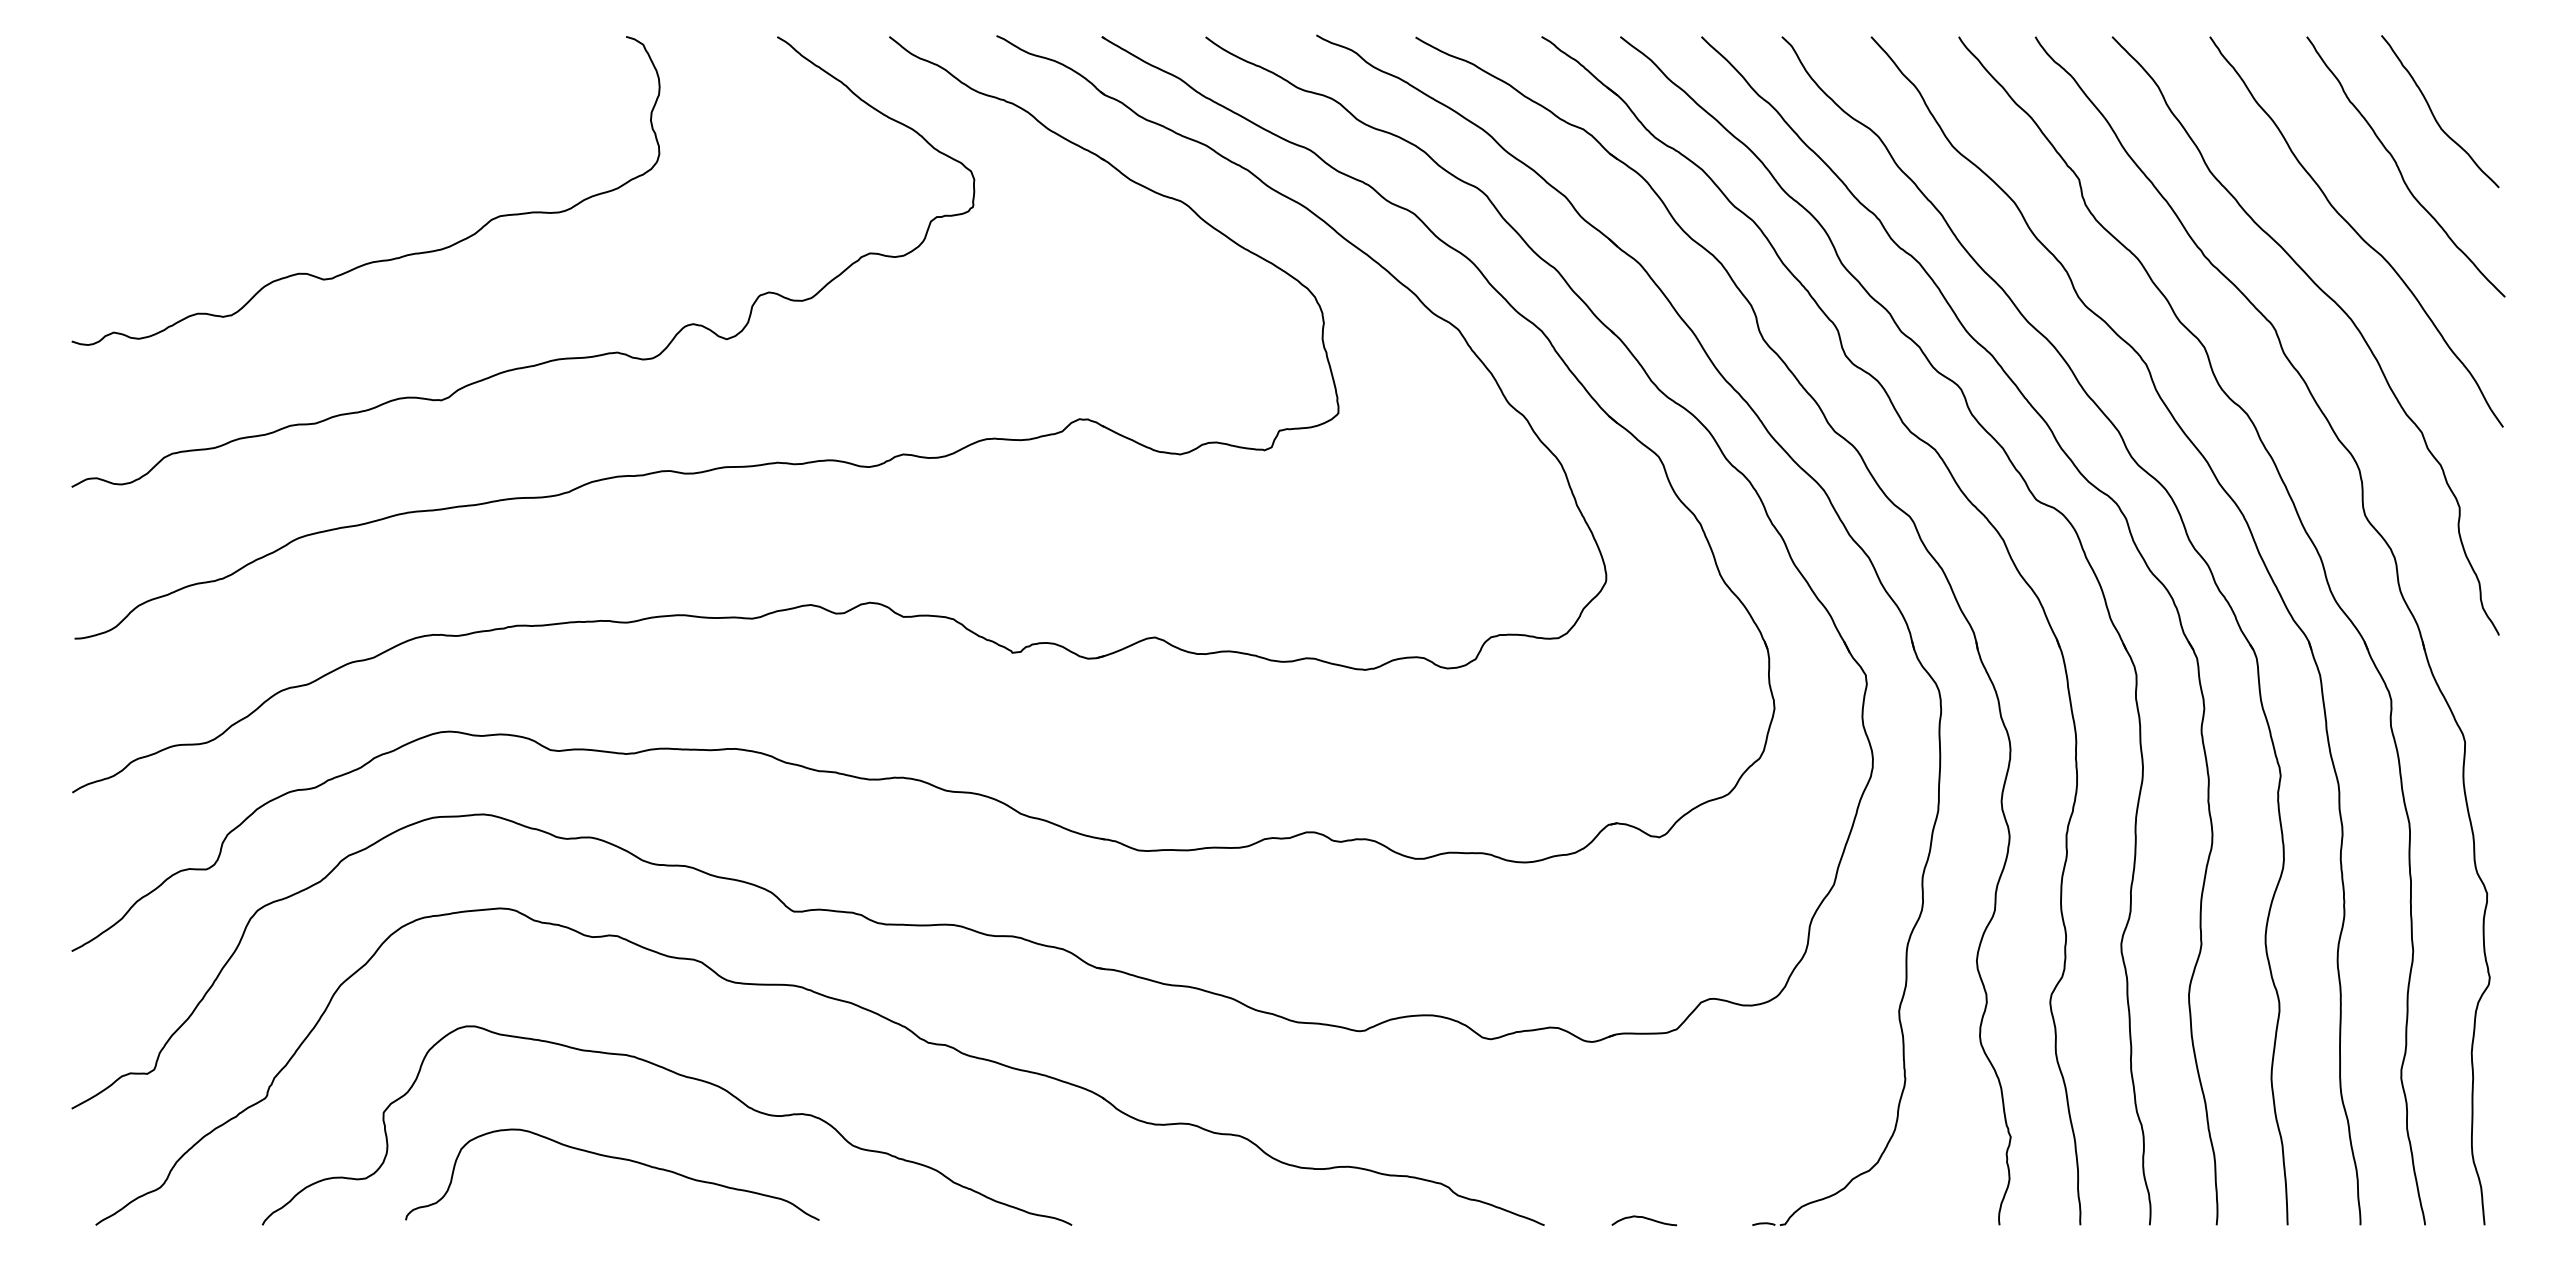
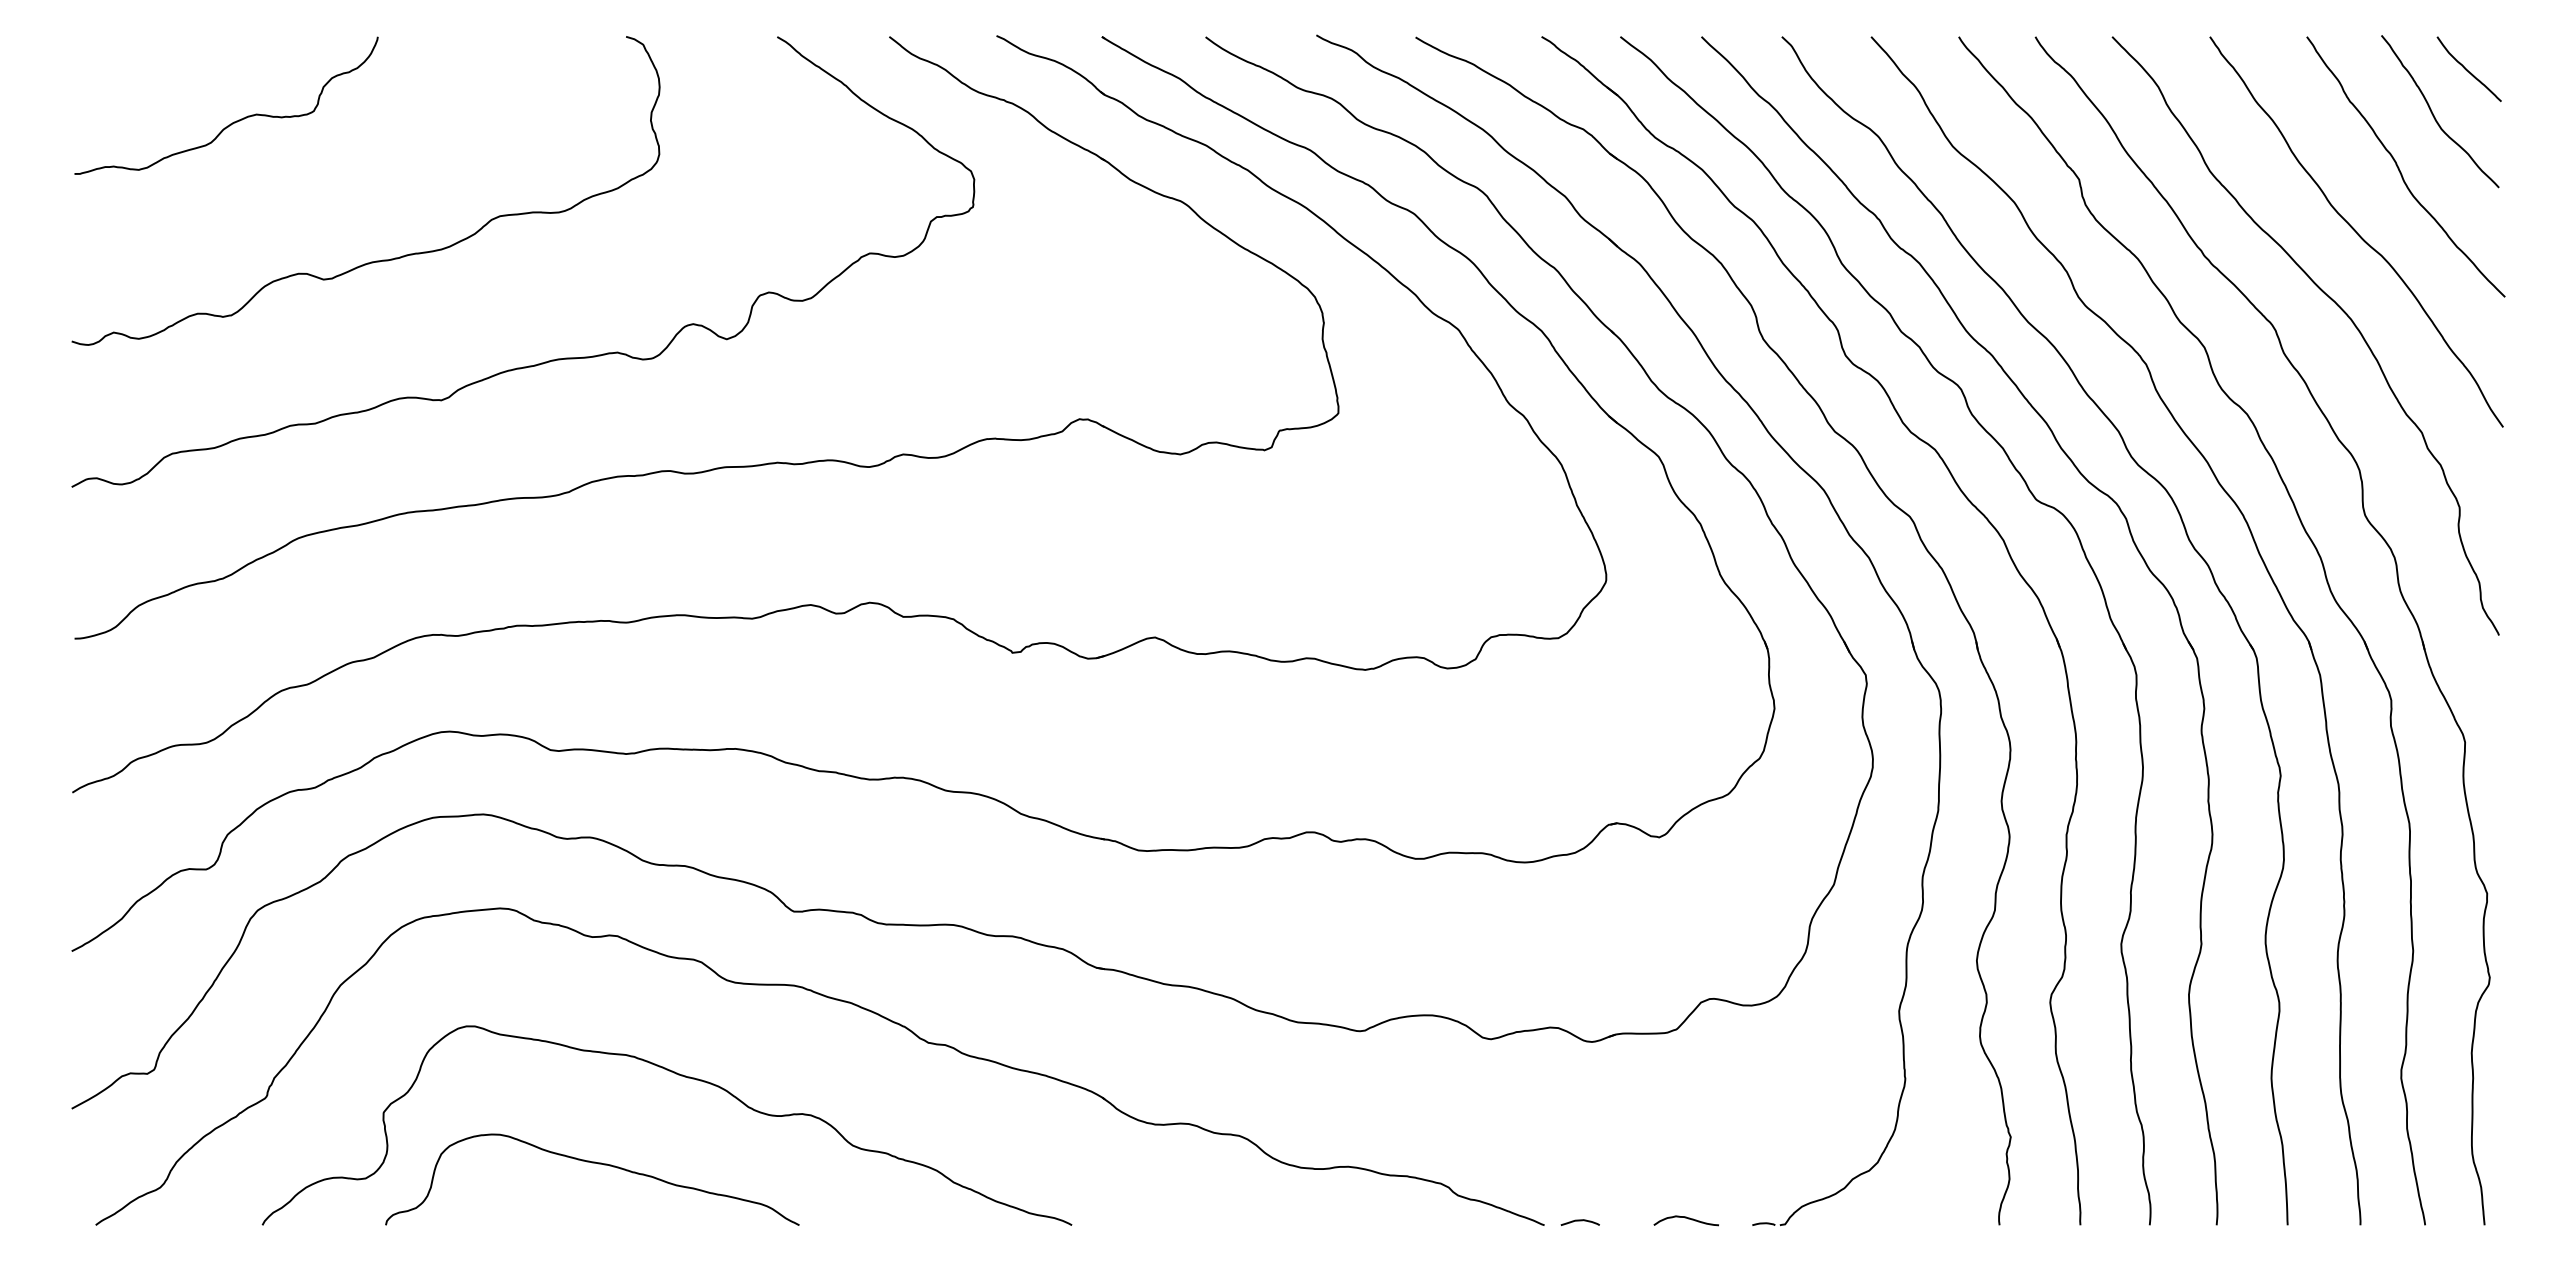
curve at (2467, 69): none -> present
curve at (234, 121): none -> present
curve at (612, 1158) position: (612, 1158) -> (592, 1163)
curve at (1643, 1218) position: (1643, 1218) -> (1685, 1218)
curve at (1579, 1221): none -> present
